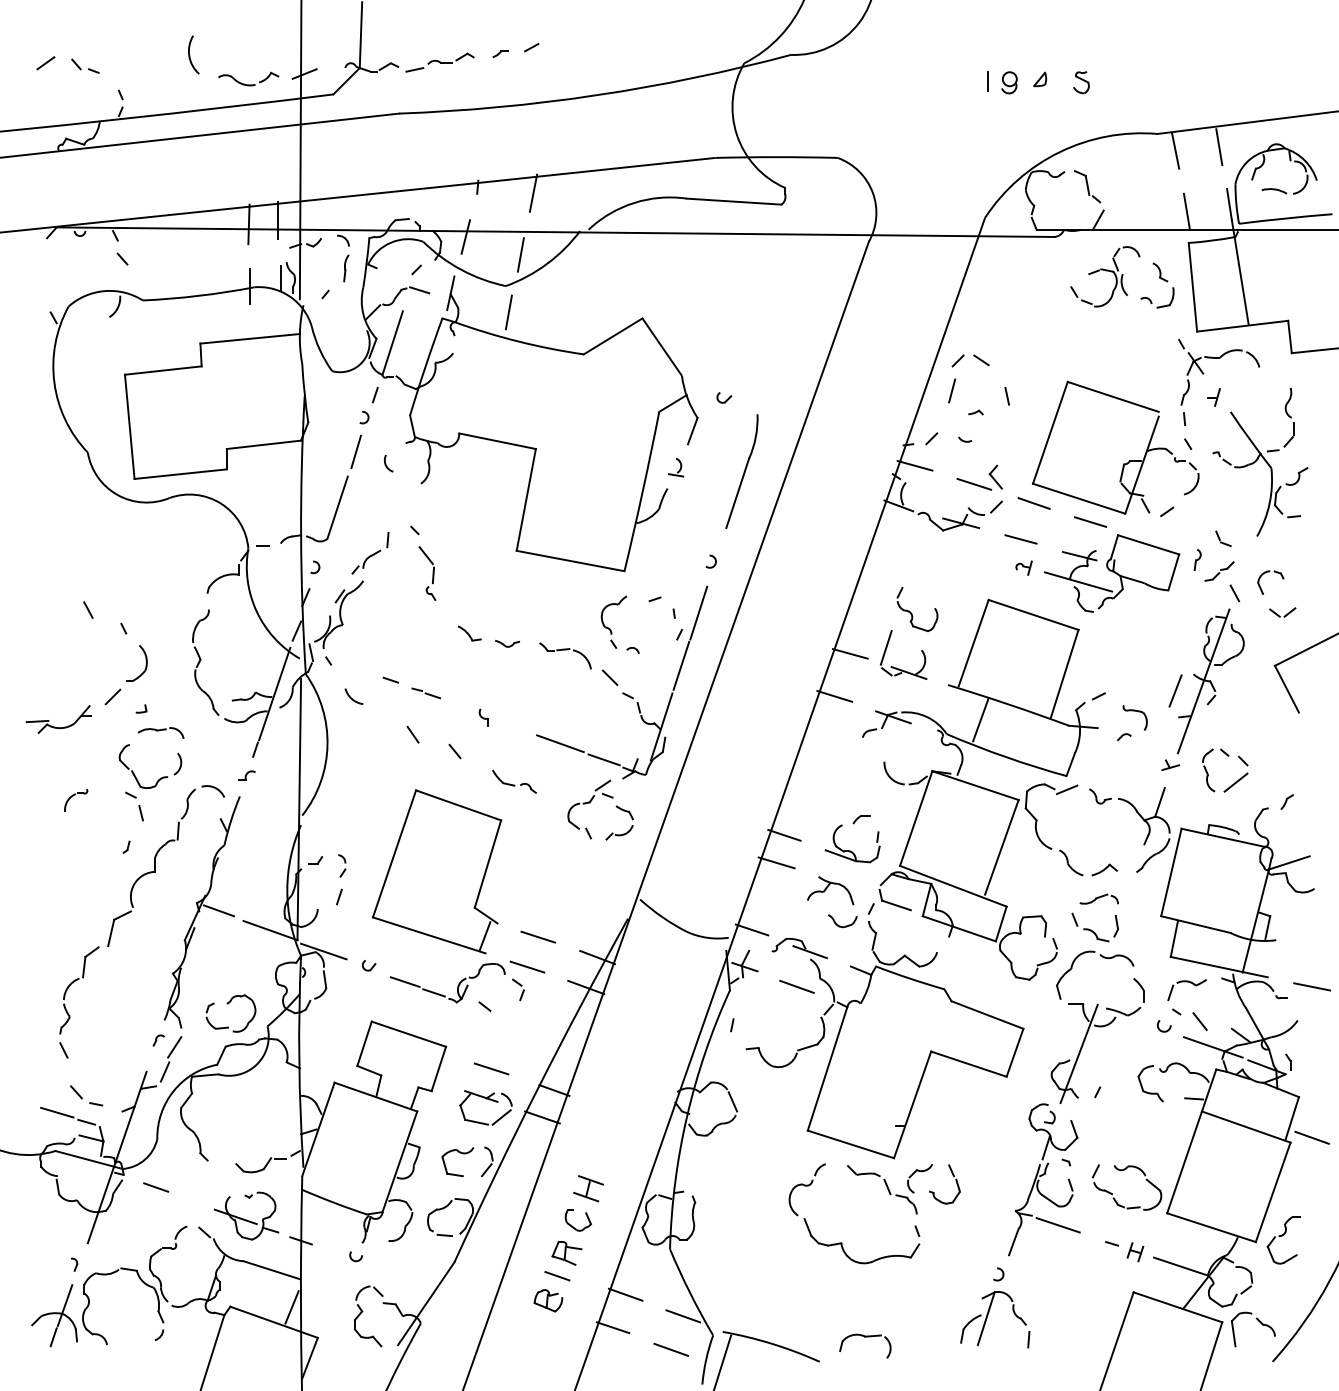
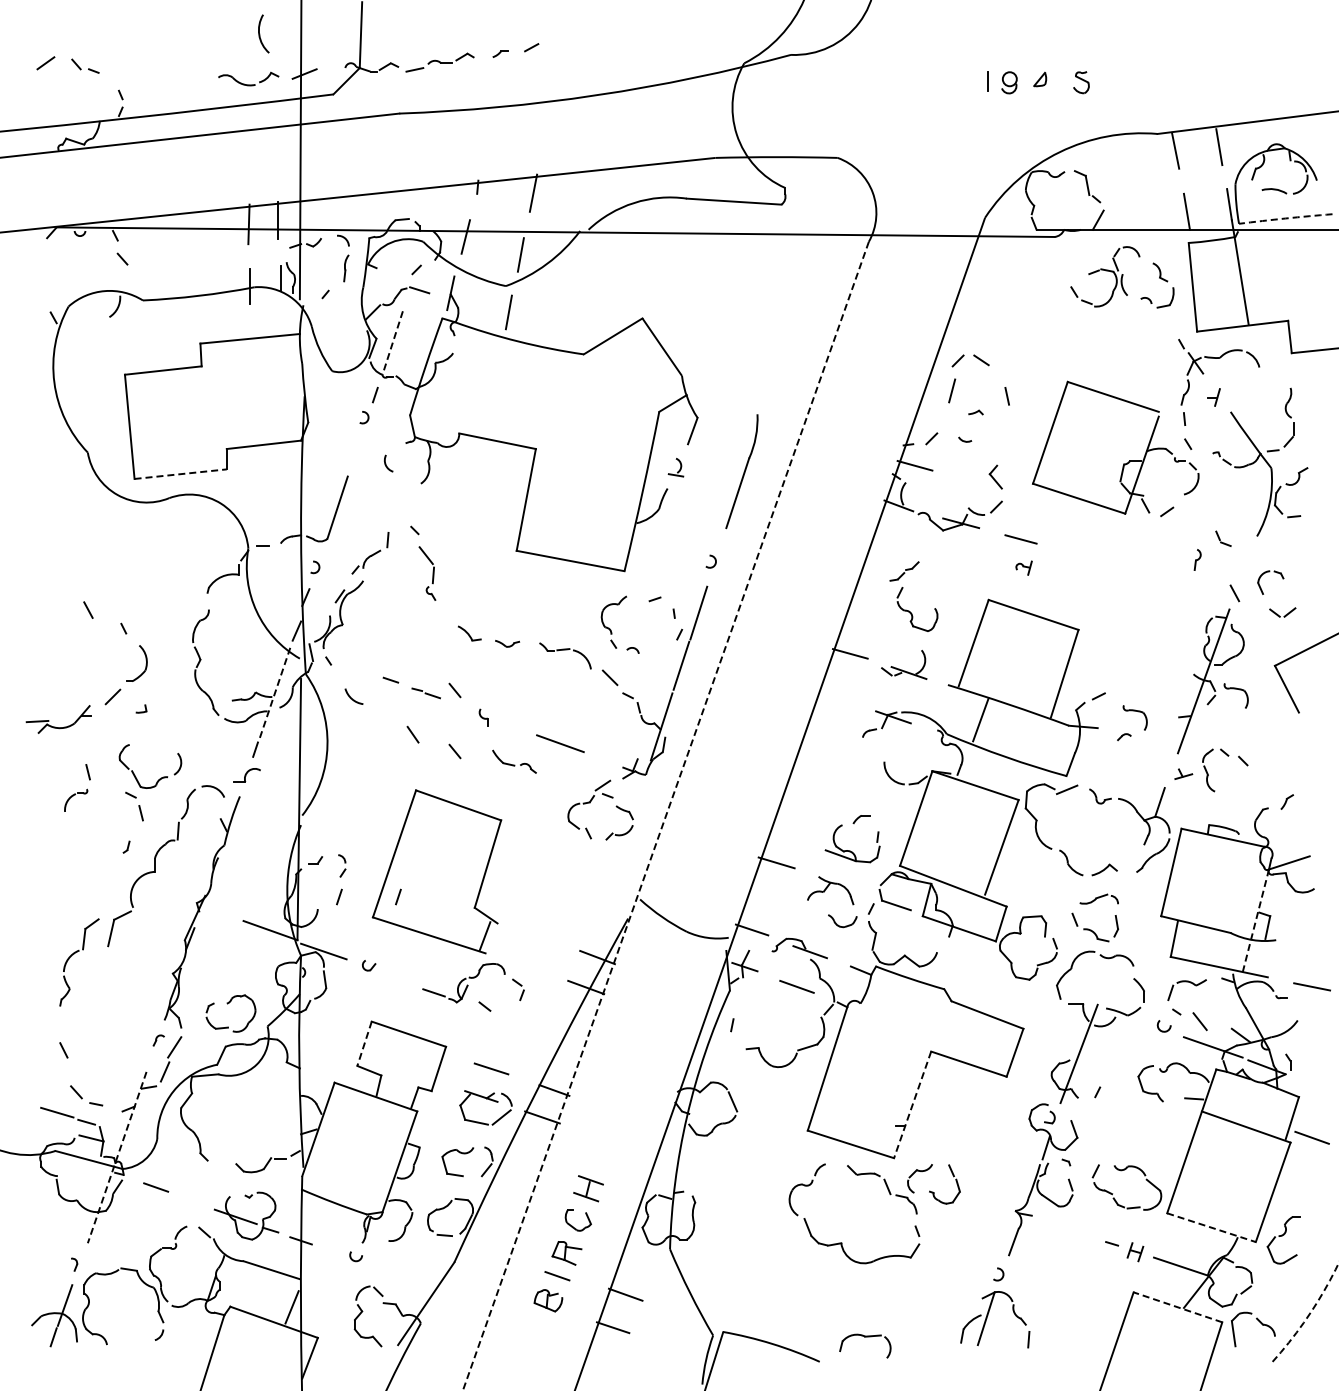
arc at (190, 55) position: (190, 55) -> (260, 34)
arc at (1285, 218): solid -> dashed
line at (392, 343): solid -> dashed
part at (724, 397): present -> none
line at (355, 451): present -> none
line at (181, 474): solid -> dashed
line at (974, 483): present -> none
line at (1033, 503): present -> none
line at (1090, 521): present -> none
part at (1219, 571) position: (1219, 571) -> (904, 571)
part at (1112, 573): present -> none
line at (885, 647): present -> none
line at (454, 690): none -> present
line at (1175, 690): present -> none
line at (274, 694): solid -> dashed
part at (1235, 695): none -> present
line at (834, 696): present -> none
part at (160, 732): present -> none
line at (603, 759): present -> none
part at (1170, 764) position: (1170, 764) -> (1183, 773)
line at (87, 772): none -> present
part at (246, 775) size: 18x11 px -> 28x15 px
part at (514, 781) position: (514, 781) -> (514, 761)
line at (1235, 782): present -> none
line at (665, 816): solid -> dashed
line at (784, 834): present -> none
line at (398, 896): none -> present
line at (219, 910): present -> none
line at (1255, 921): solid -> dashed
line at (538, 936): present -> none
line at (527, 966): present -> none
line at (404, 981): present -> none
part at (74, 982) position: (74, 982) -> (74, 954)
line at (364, 1044): solid -> dashed
line at (912, 1105): solid -> dashed
line at (117, 1157): solid -> dashed
line at (1057, 1225): present -> none
line at (1211, 1227): solid -> dashed
line at (1177, 1307): solid -> dashed
arc at (1309, 1314): solid -> dashed
line at (682, 1316): present -> none
line at (671, 1349): present -> none
line at (722, 1361) position: (722, 1361) -> (714, 1359)
